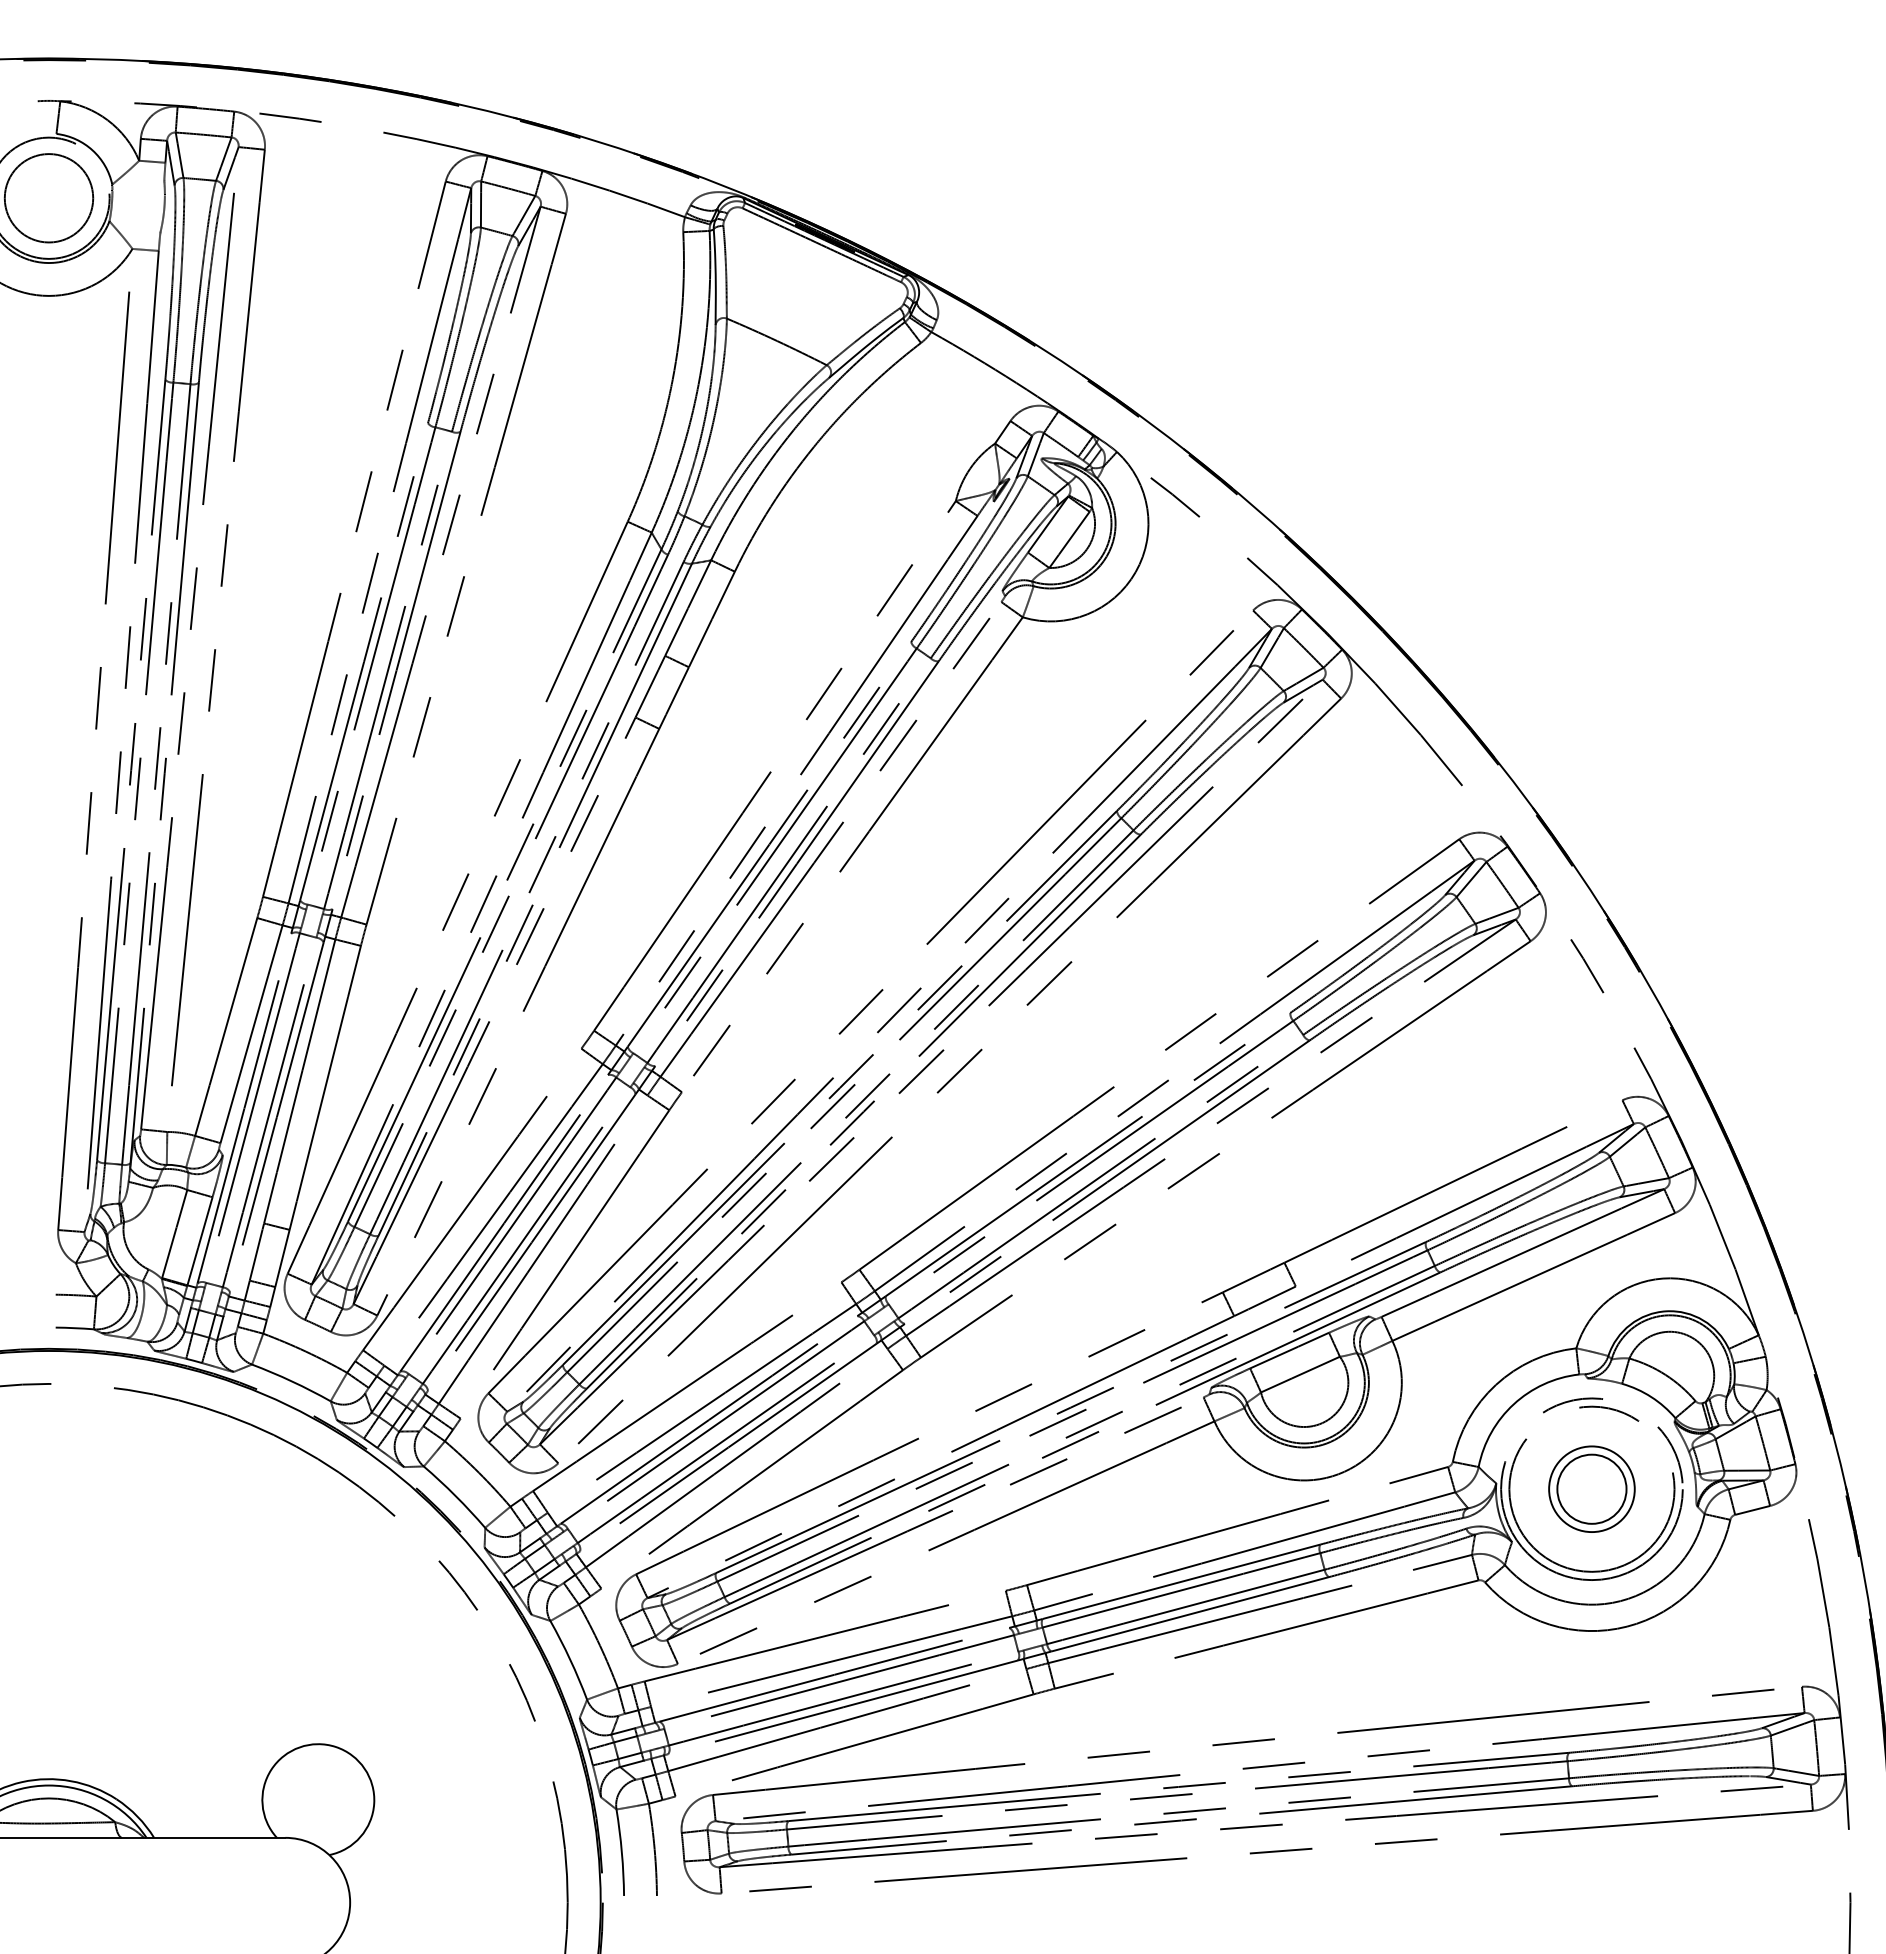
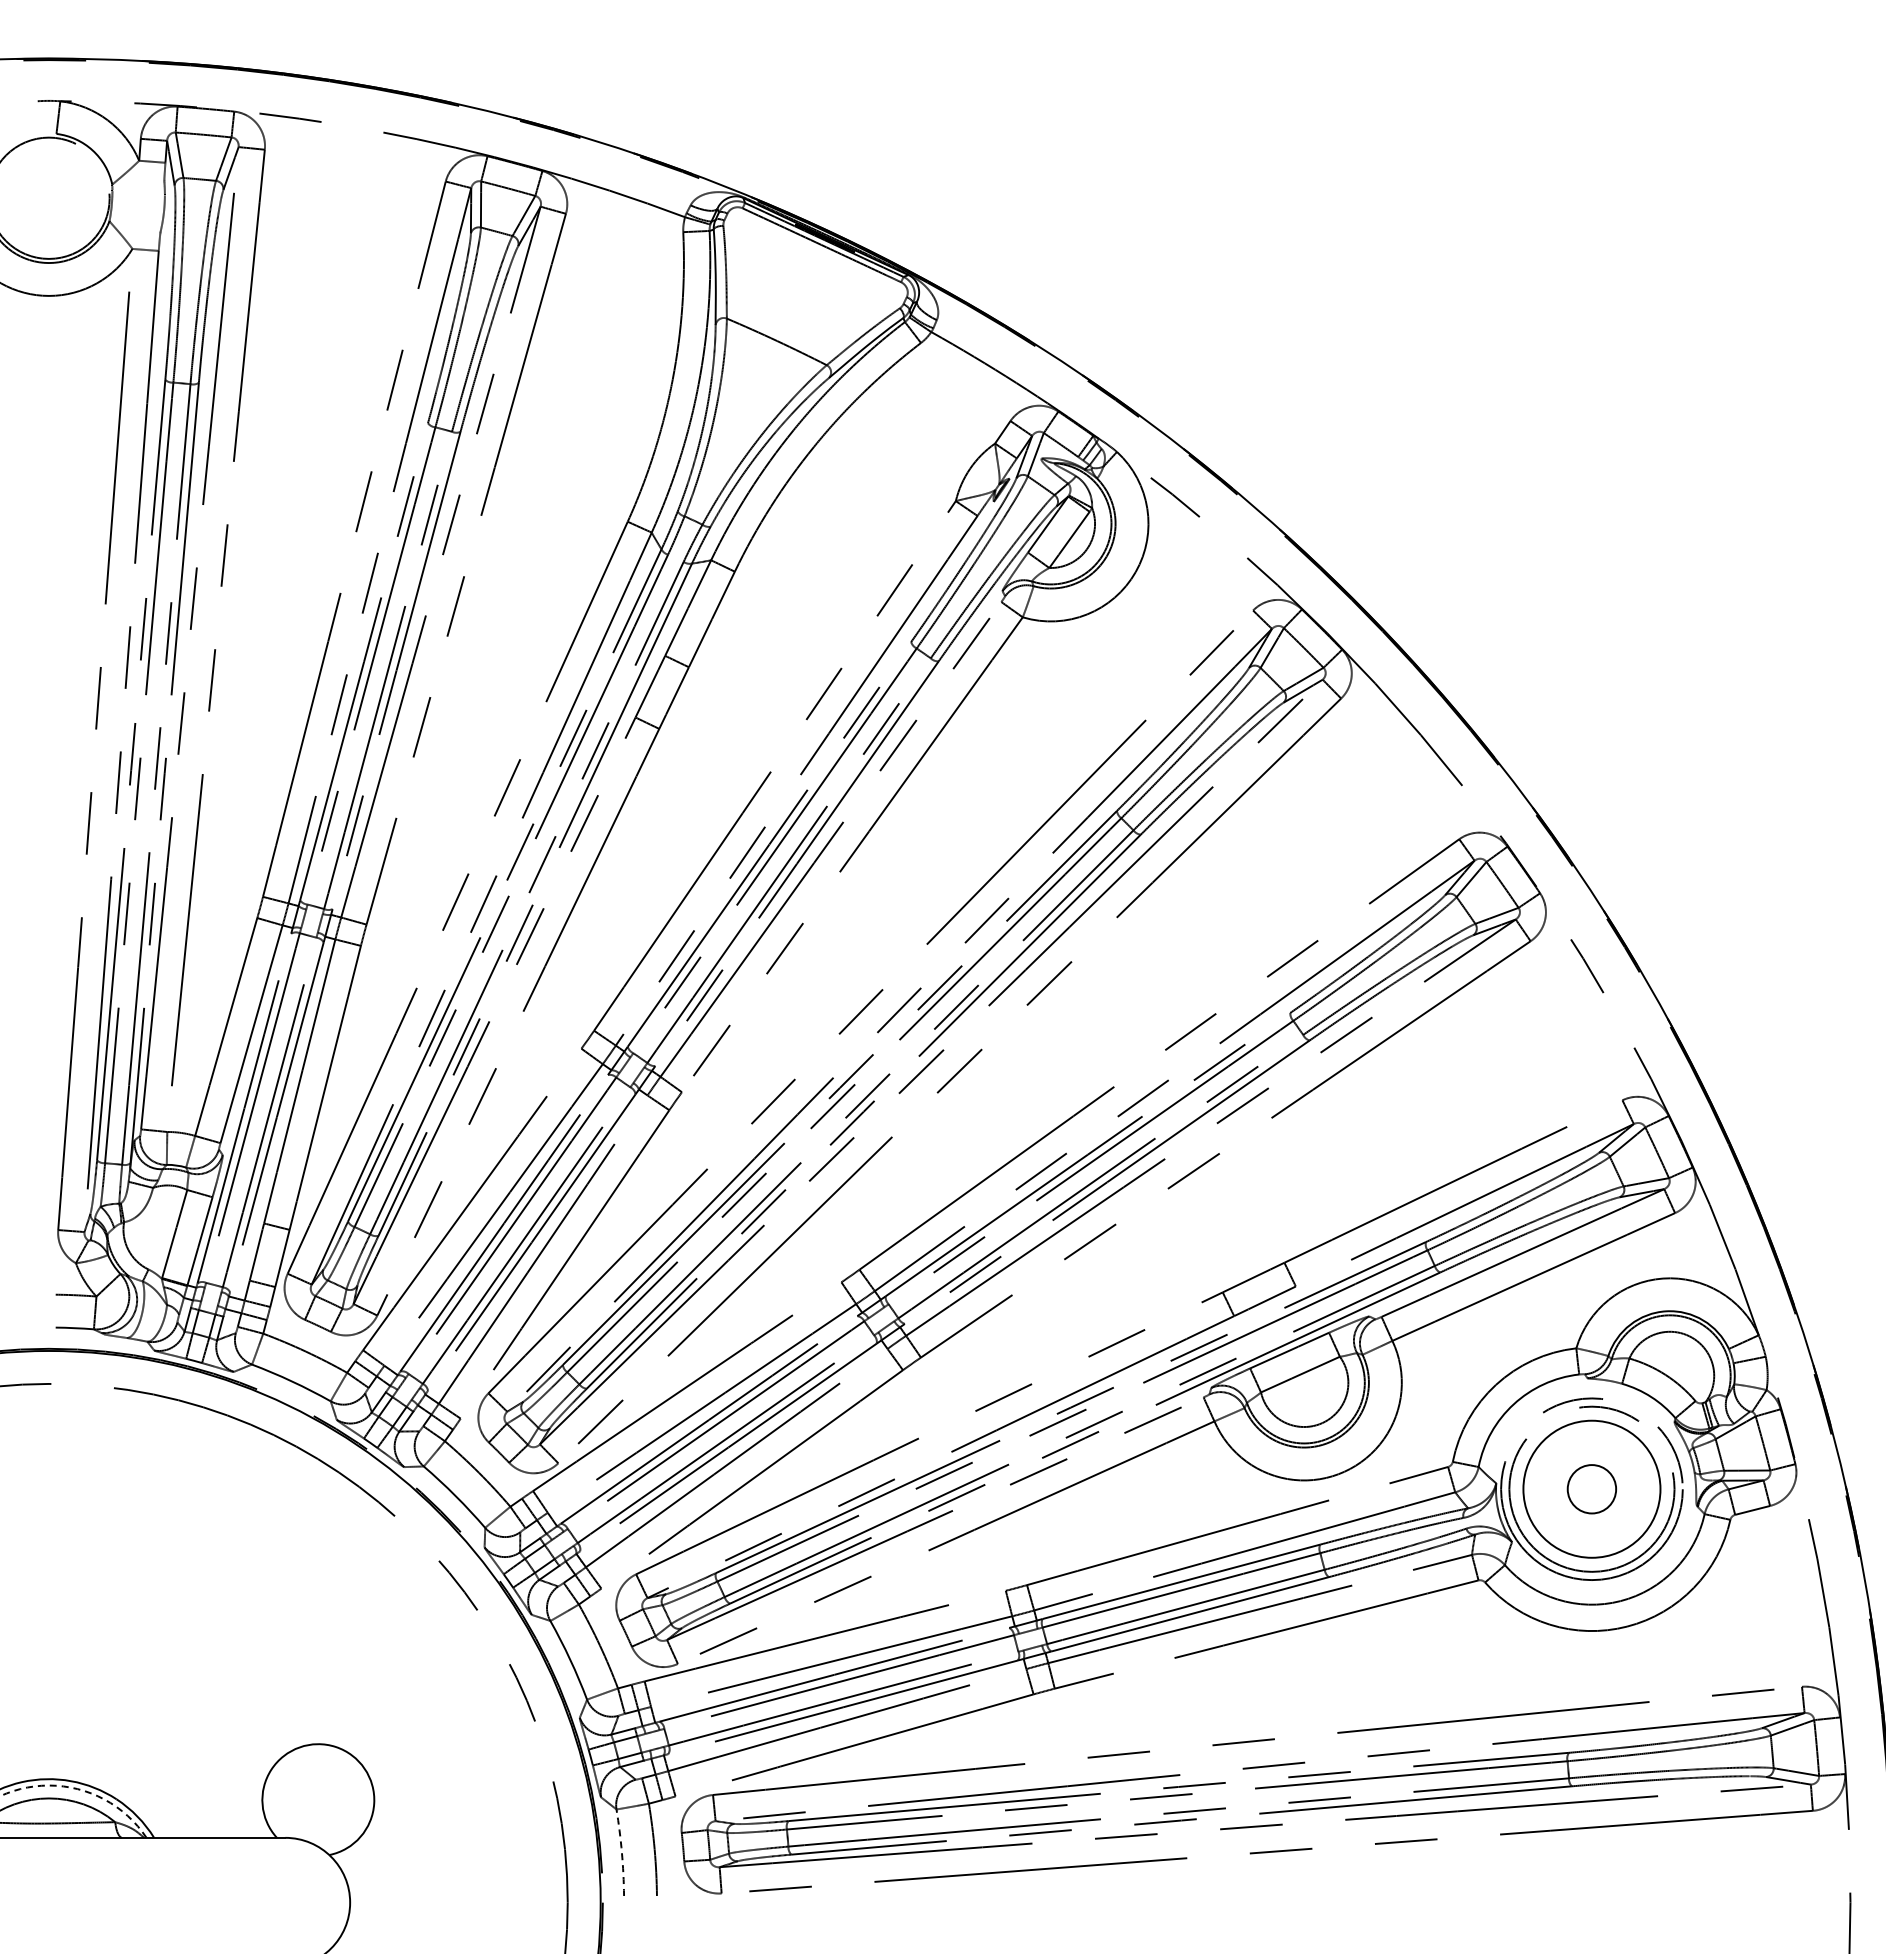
circle at (48, 198): present -> none
circle at (1591, 1488) diameter: 69 px -> 48 px
circle at (1591, 1489) diameter: 86 px -> 137 px
arc at (80, 1789): solid -> dashed
arc at (621, 1852): solid -> dashed
